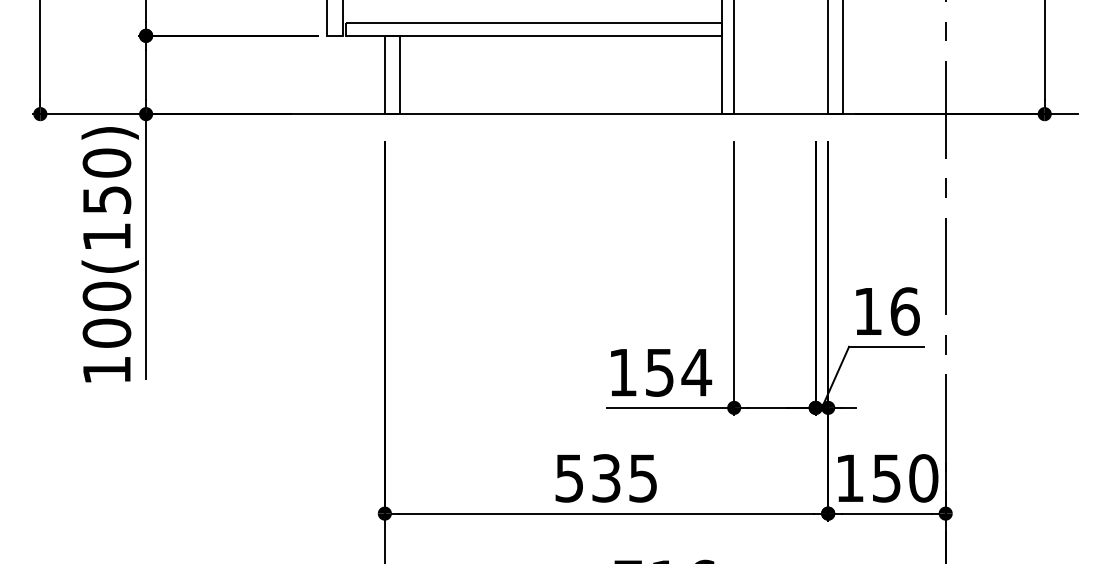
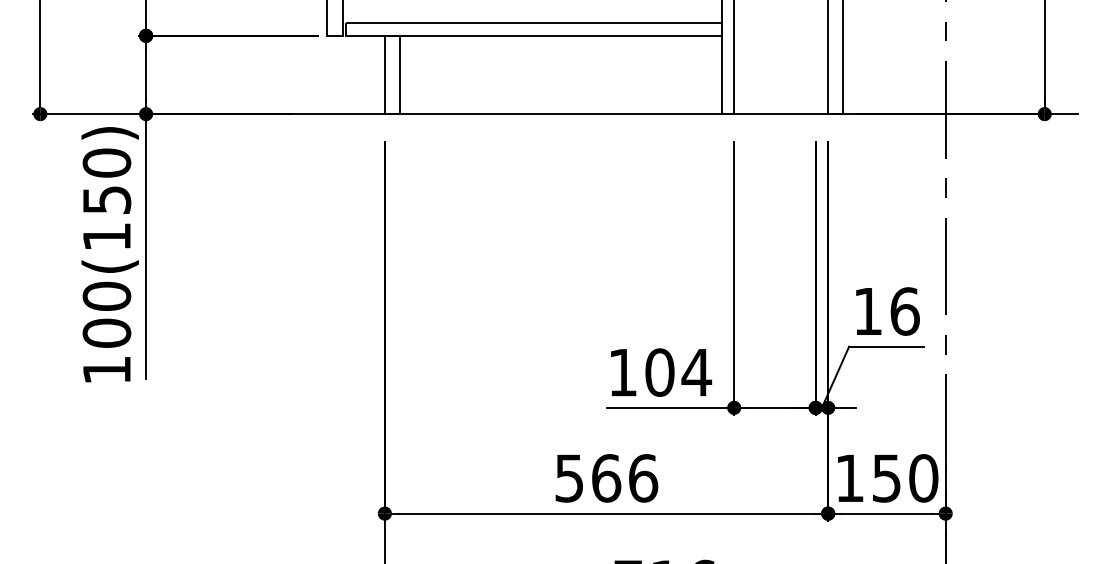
text at (659, 372): 154 -> 104
text at (625, 478): 535 -> 566
